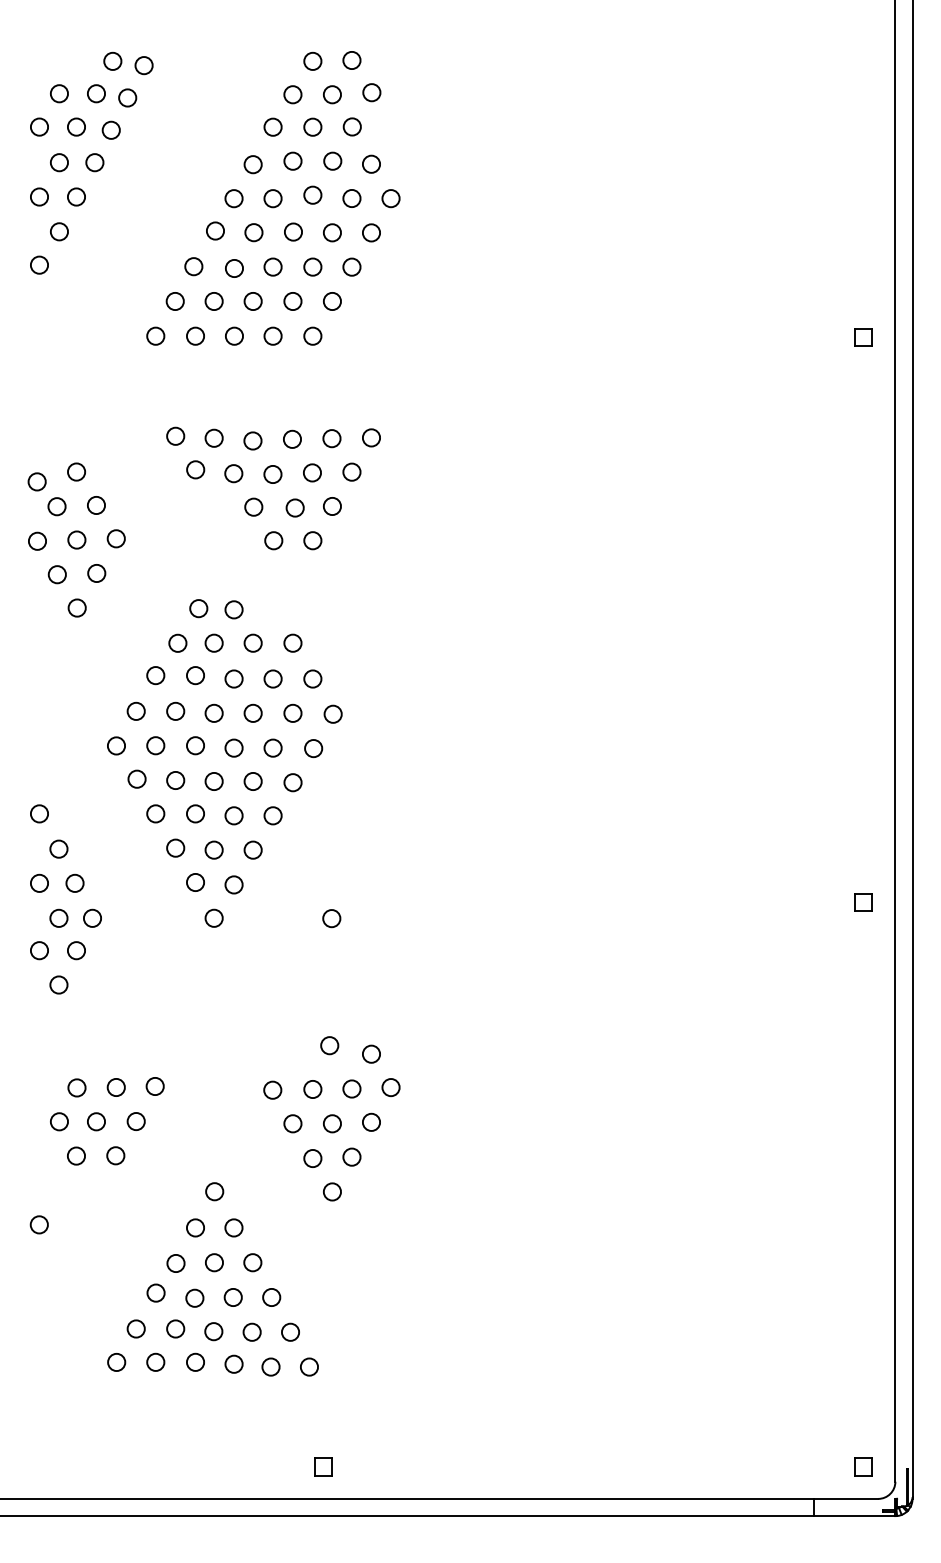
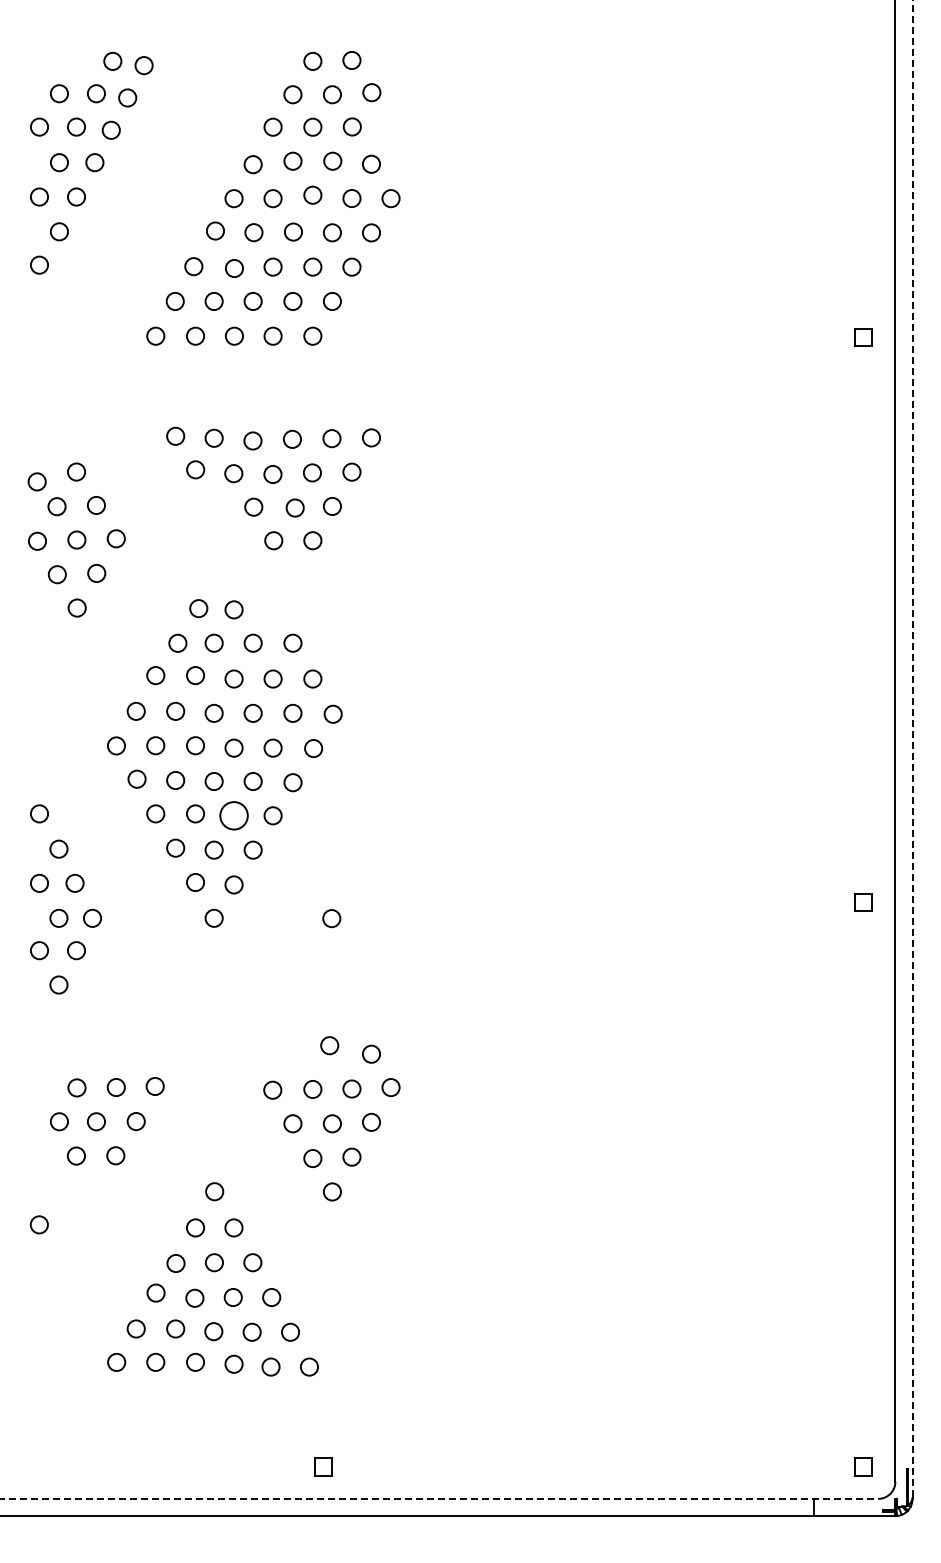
line at (912, 748): solid -> dashed
circle at (233, 815) diameter: 17 px -> 27 px
line at (439, 1498): solid -> dashed
